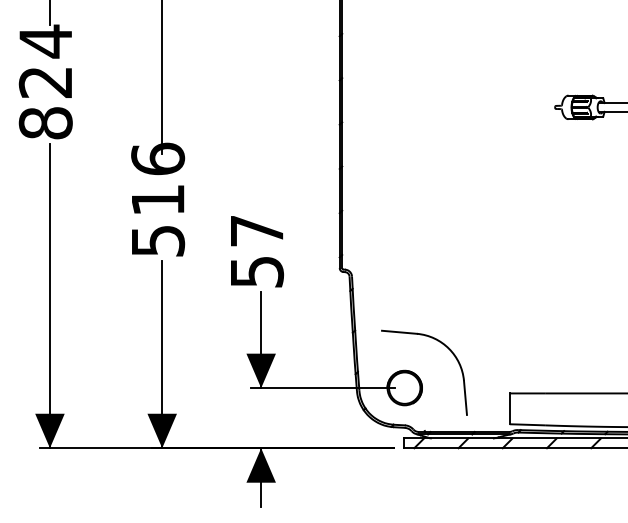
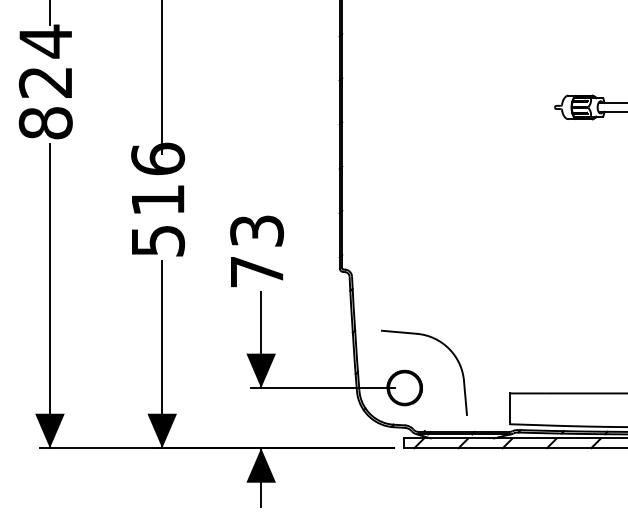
text at (257, 251): 57 -> 73
